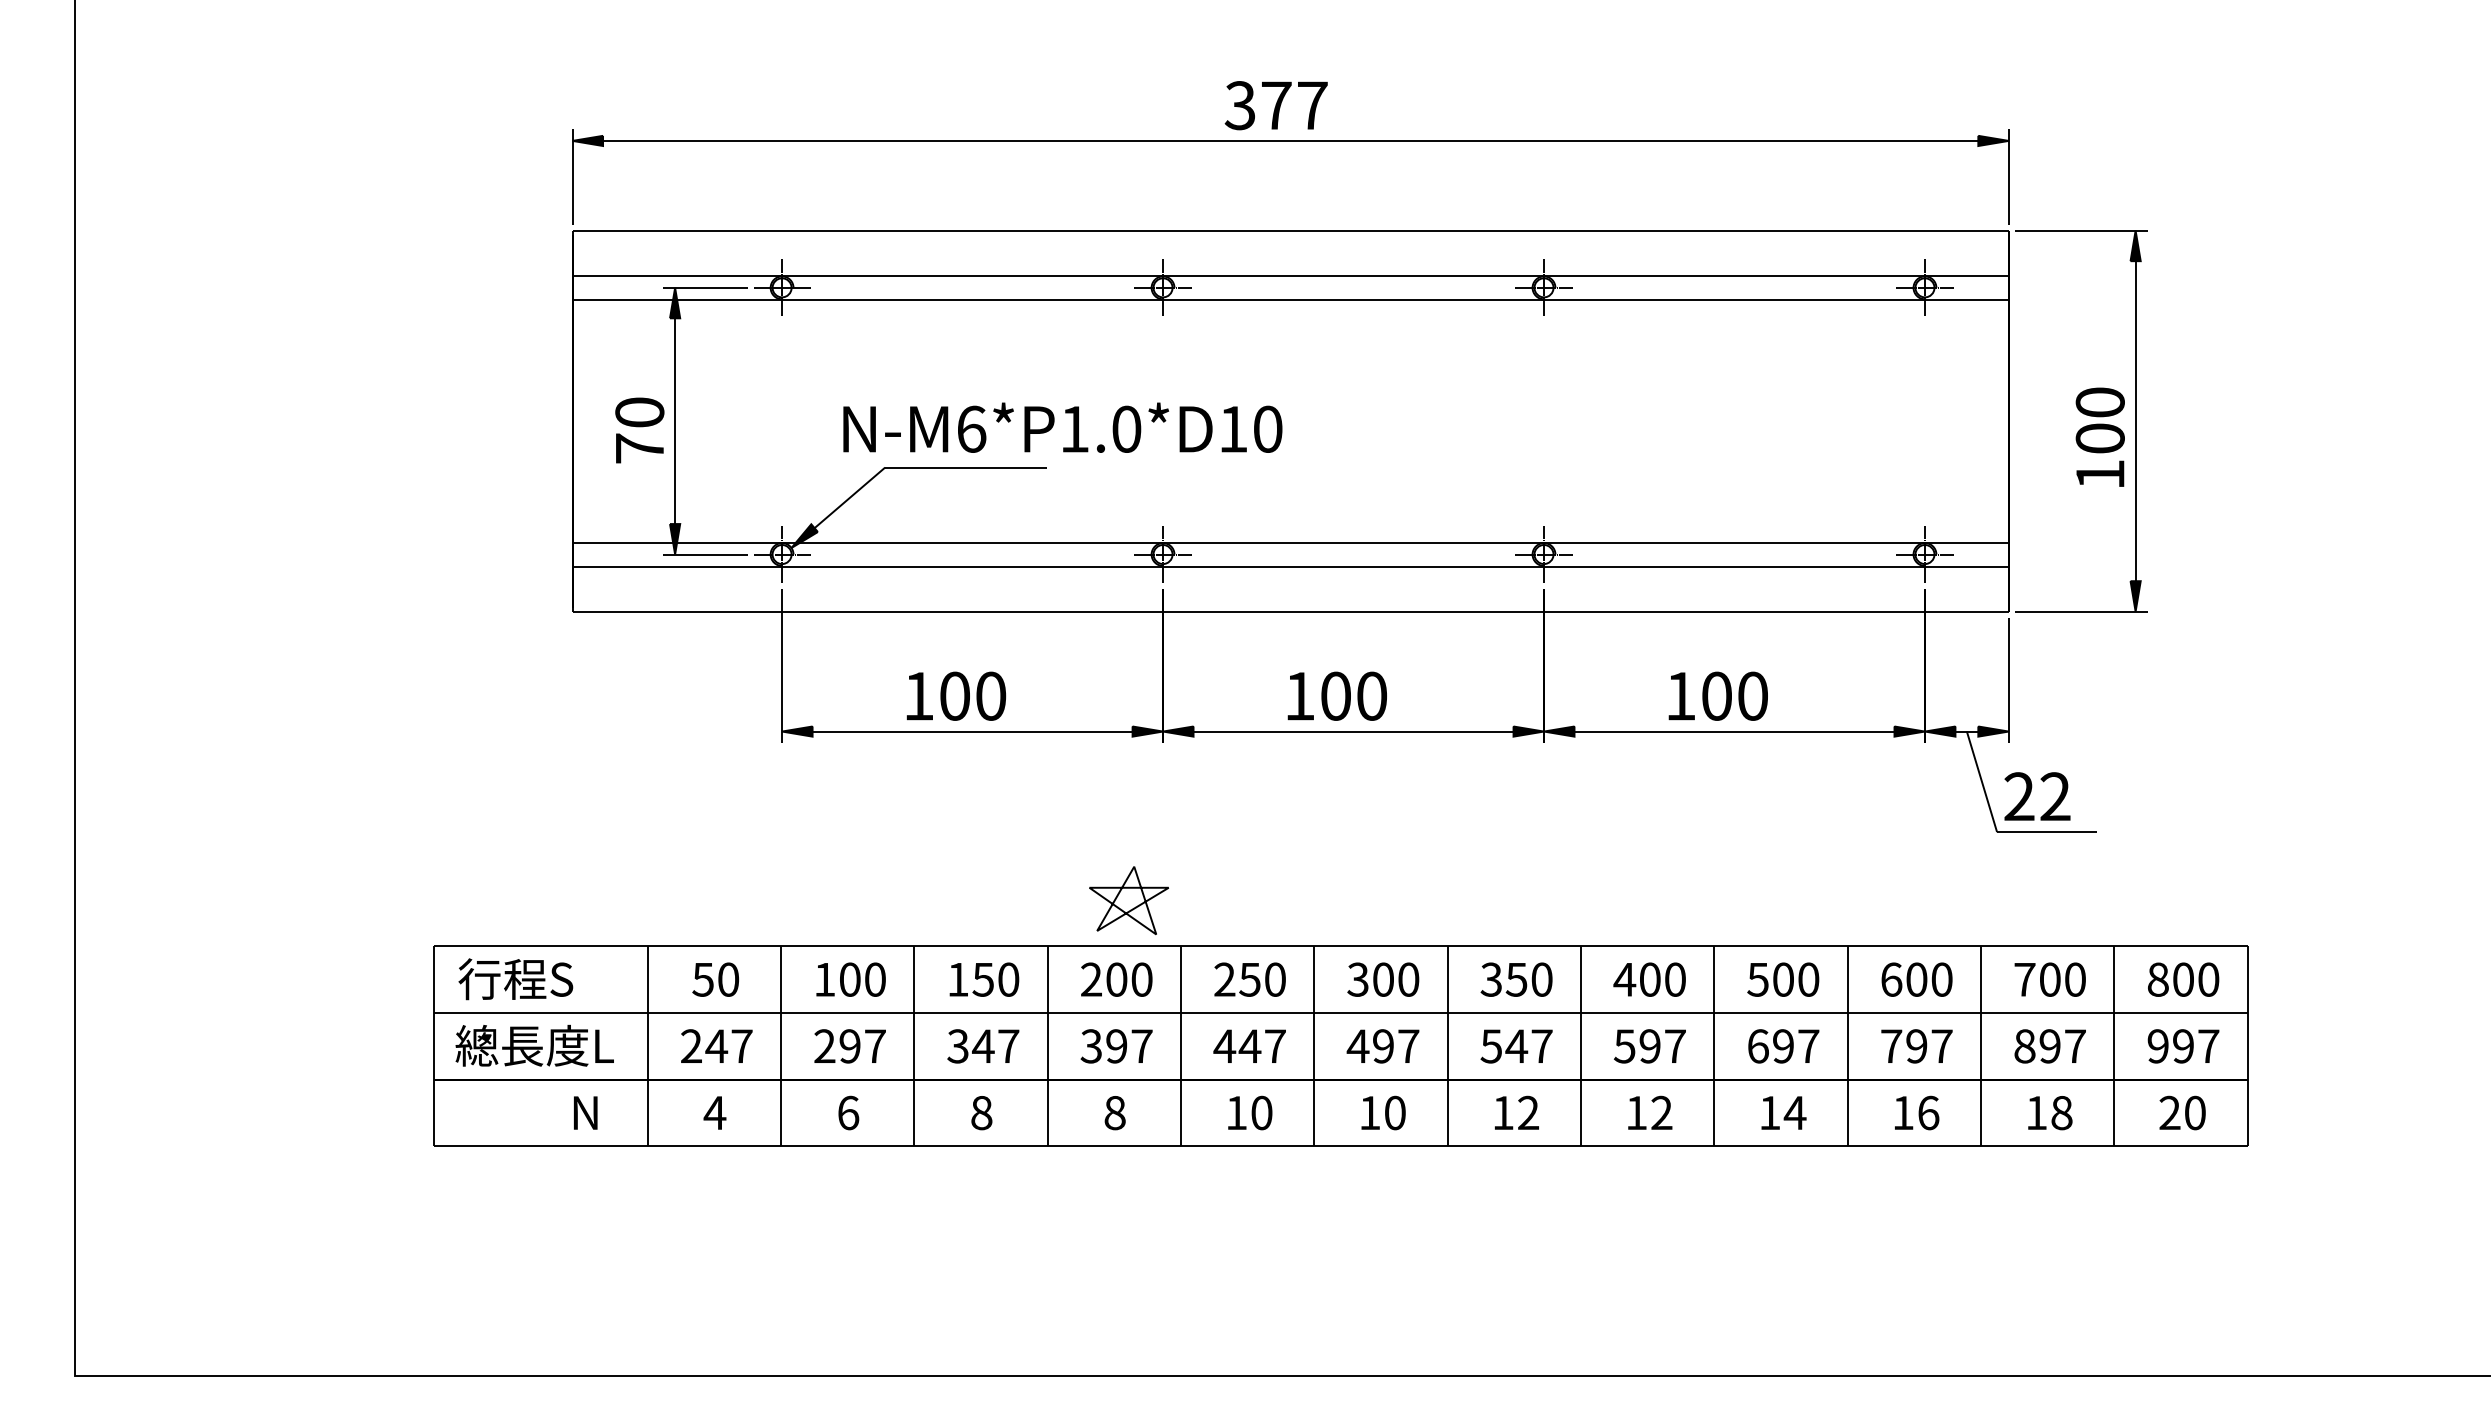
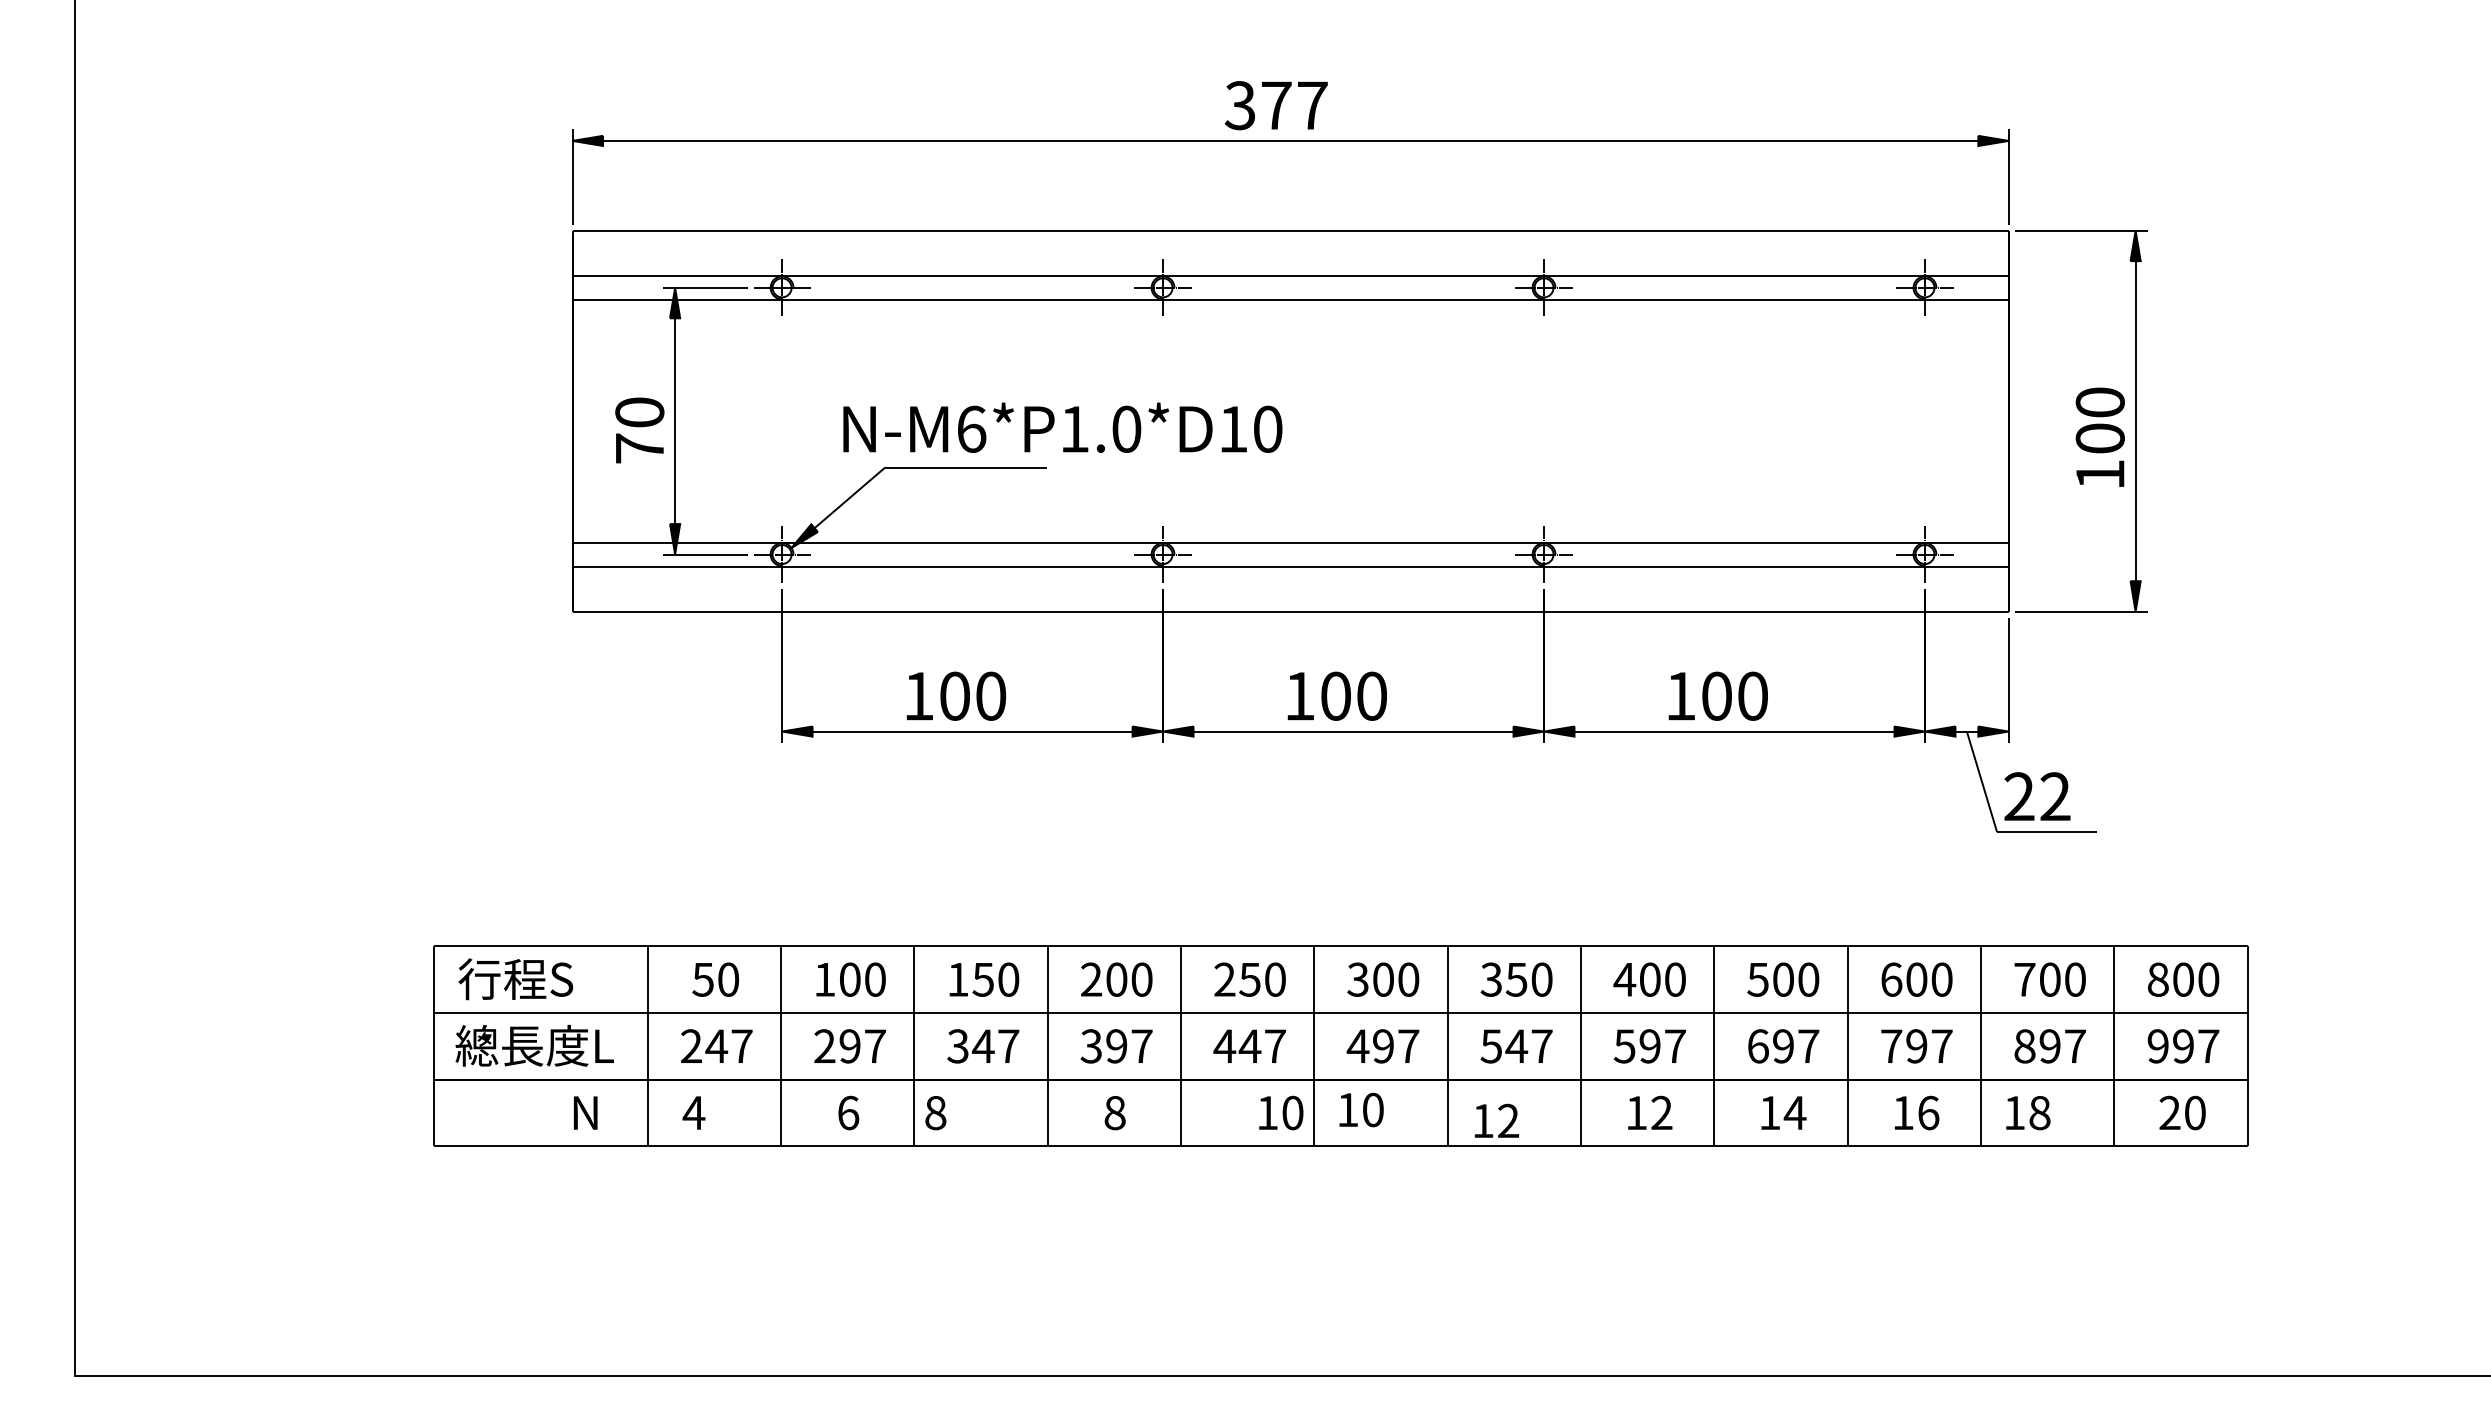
part at (1128, 900): present -> none
text at (714, 1112) position: (714, 1112) -> (693, 1112)
text at (1250, 1112) position: (1250, 1112) -> (1281, 1112)
text at (1383, 1112) position: (1383, 1112) -> (1361, 1109)
text at (1516, 1112) position: (1516, 1112) -> (1496, 1120)
text at (981, 1113) position: (981, 1113) -> (935, 1113)
text at (2050, 1113) position: (2050, 1113) -> (2028, 1113)
